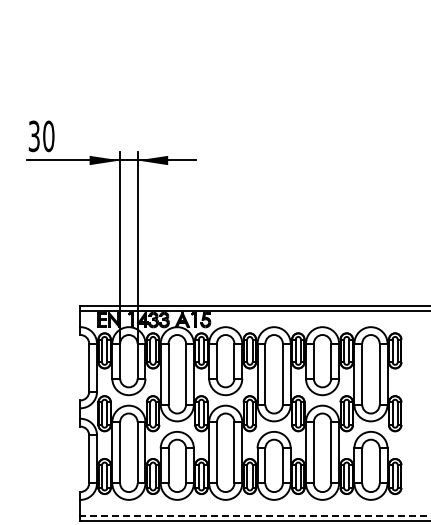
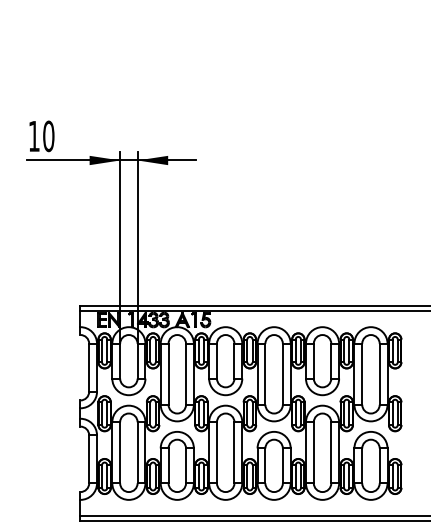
text at (33, 136): 30 -> 10
line at (255, 515): dashed -> solid
